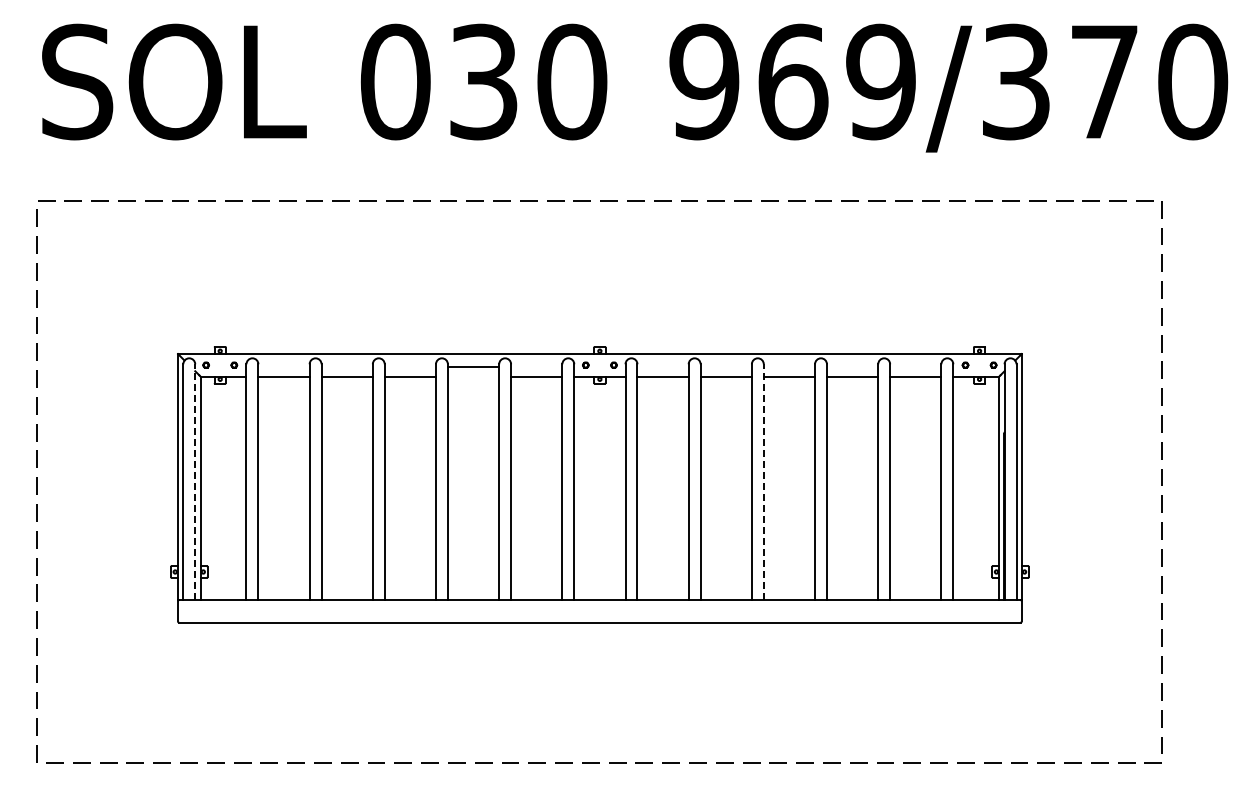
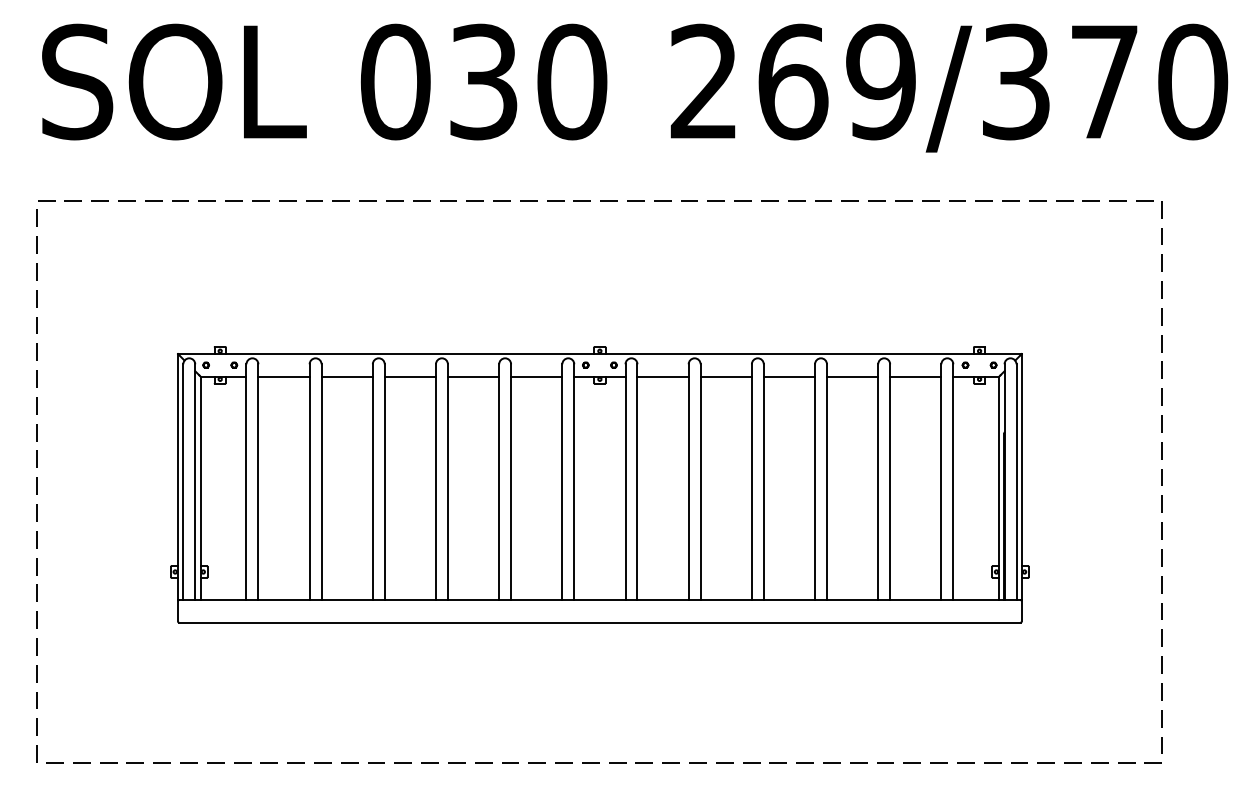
text at (704, 81): 969/370 -> 269/370
line at (473, 366) position: (473, 366) -> (473, 376)
line at (195, 482): dashed -> solid
line at (763, 482): dashed -> solid
